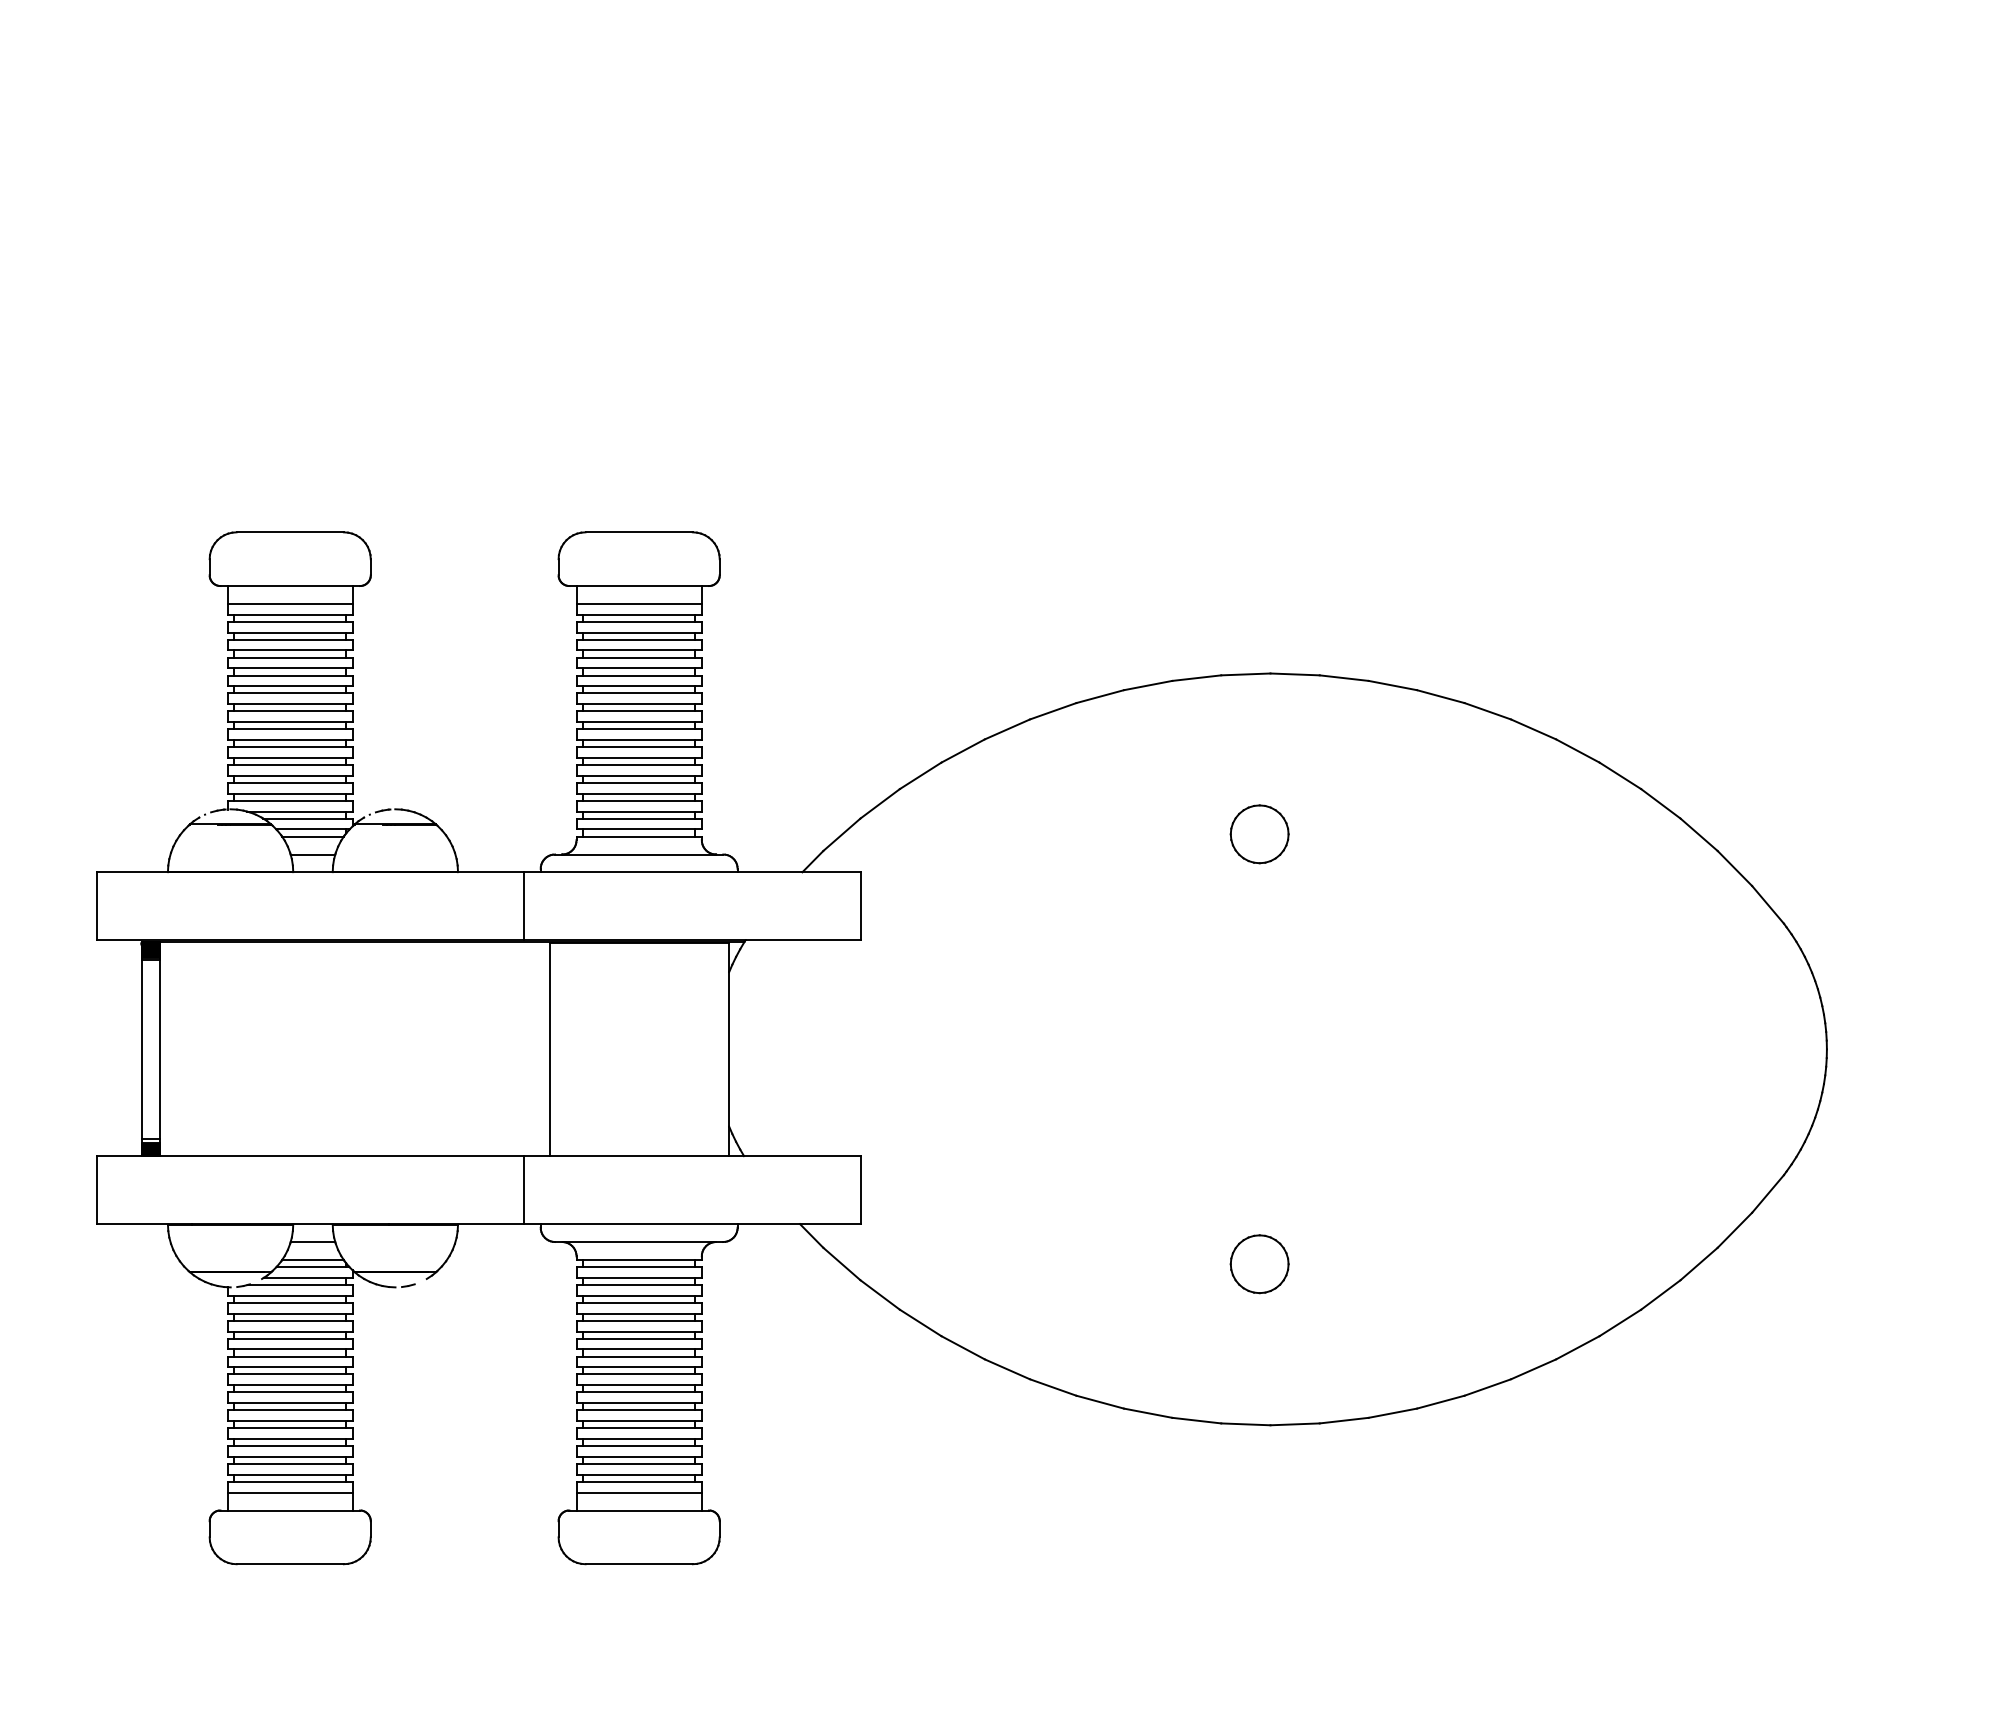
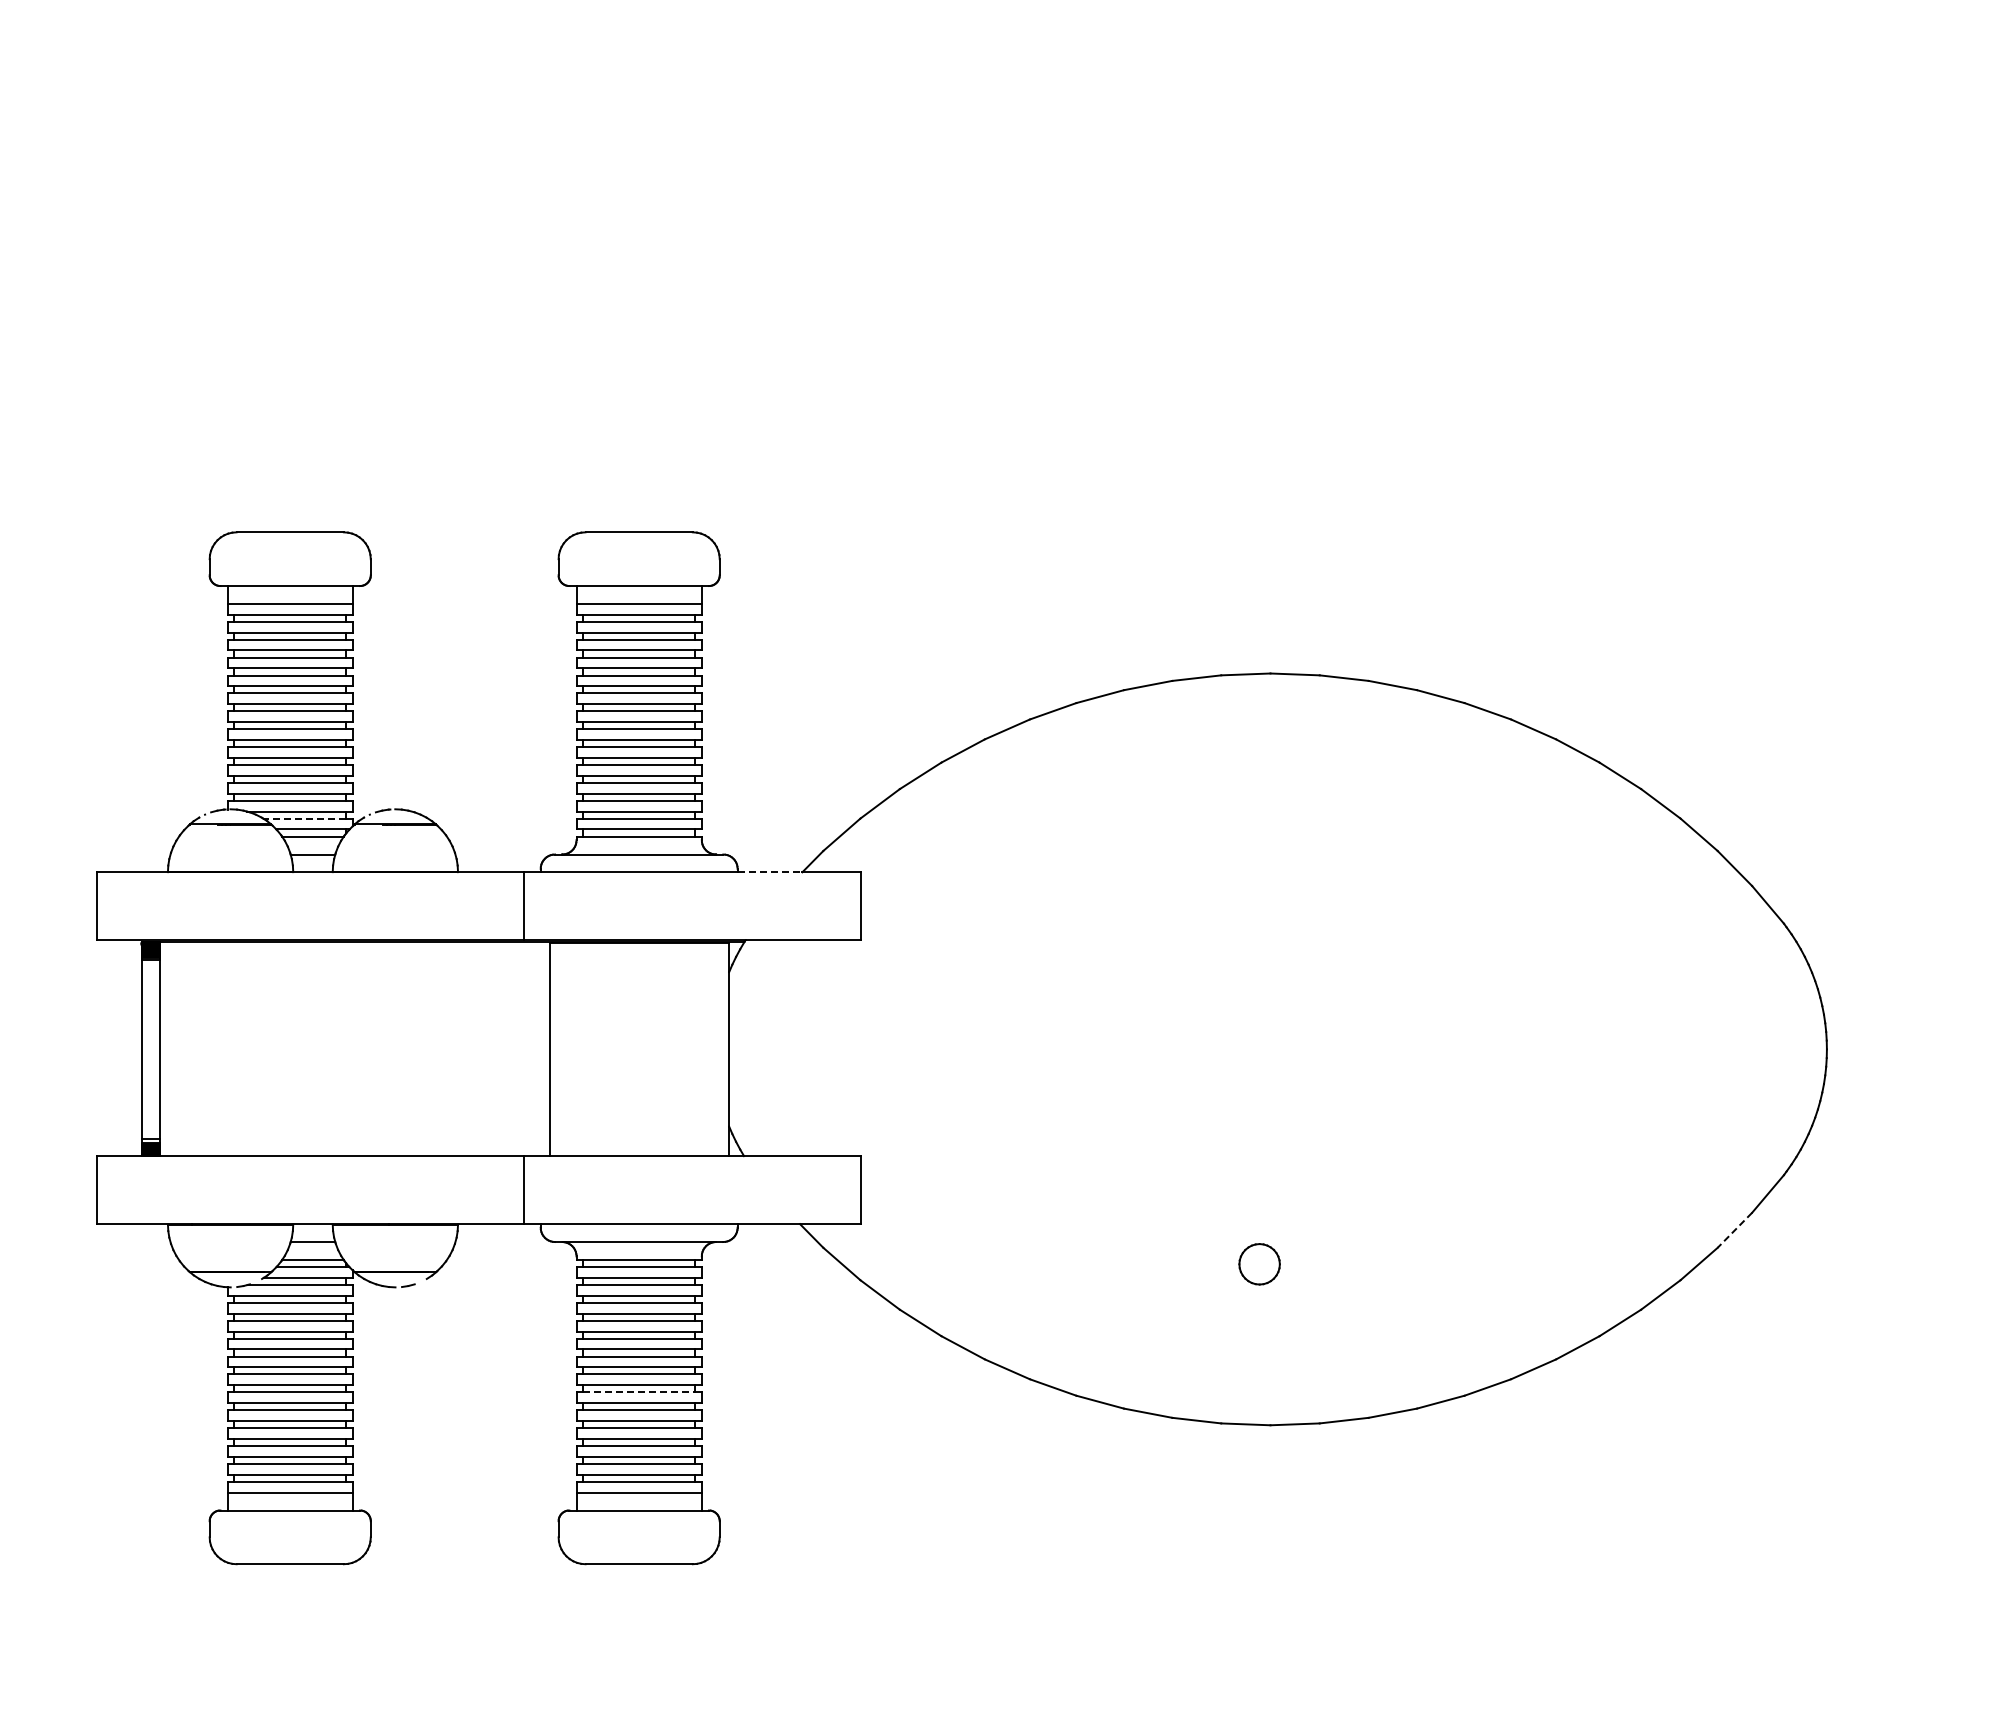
line at (304, 818): solid -> dashed
part at (1259, 834): present -> none
line at (770, 872): solid -> dashed
line at (1734, 1230): solid -> dashed
part at (1259, 1264) size: 61x61 px -> 43x43 px
line at (639, 1392): solid -> dashed
